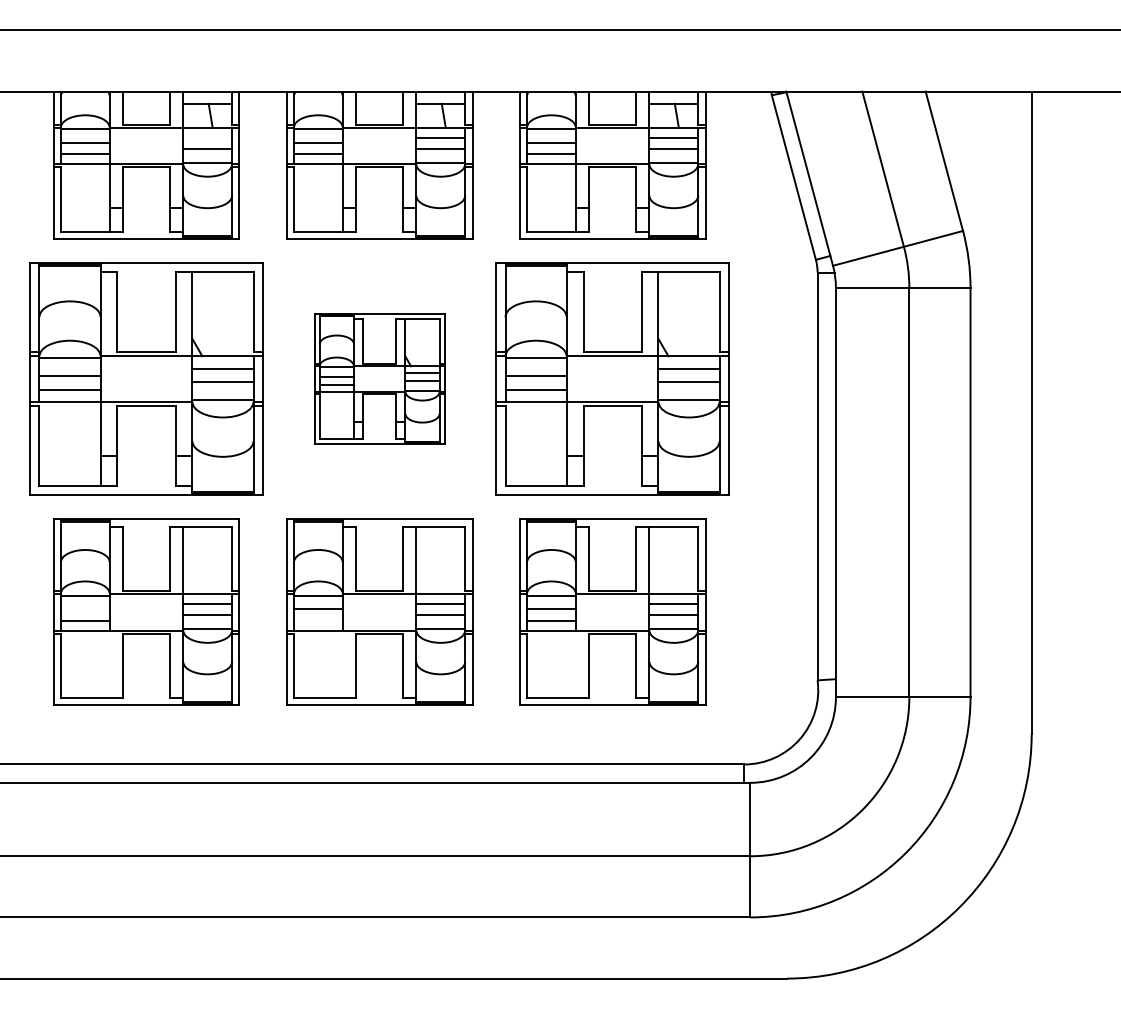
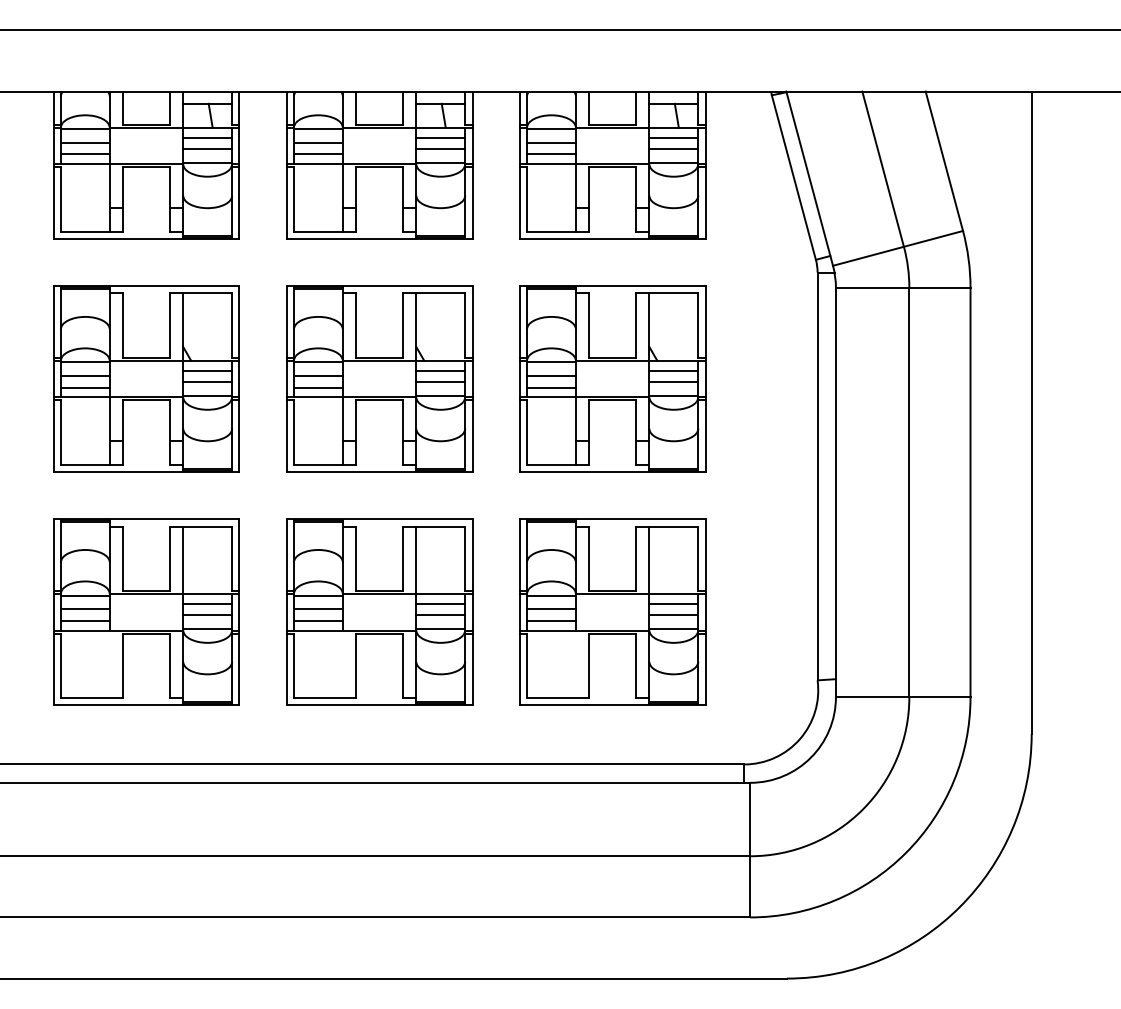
line at (207, 137): none -> present
part at (146, 378) size: 235x234 px -> 187x188 px
part at (379, 378) size: 132x132 px -> 188x188 px
part at (612, 378) size: 235x234 px -> 188x188 px
line at (84, 609): none -> present
line at (317, 620): none -> present
